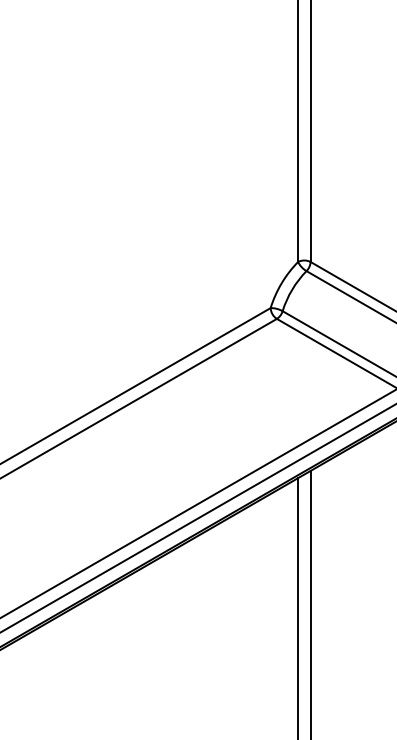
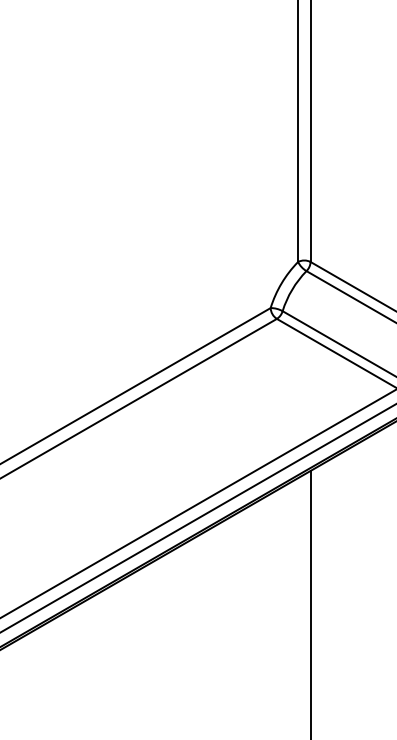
line at (298, 607): present -> none
